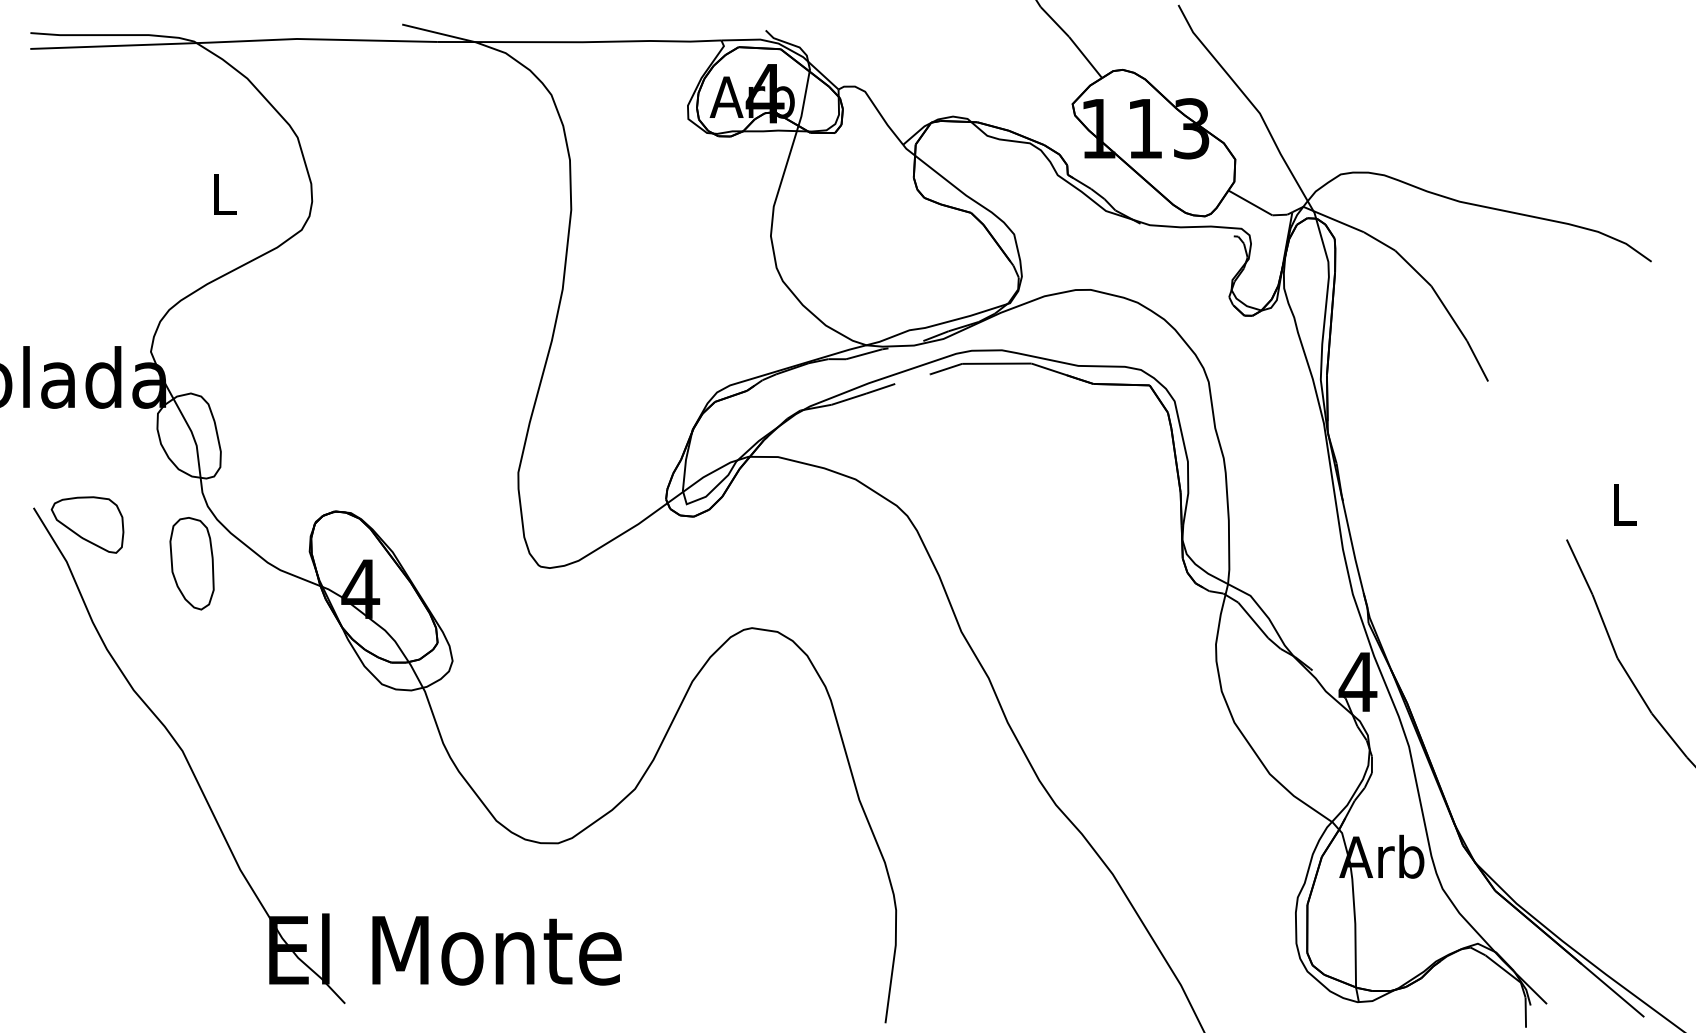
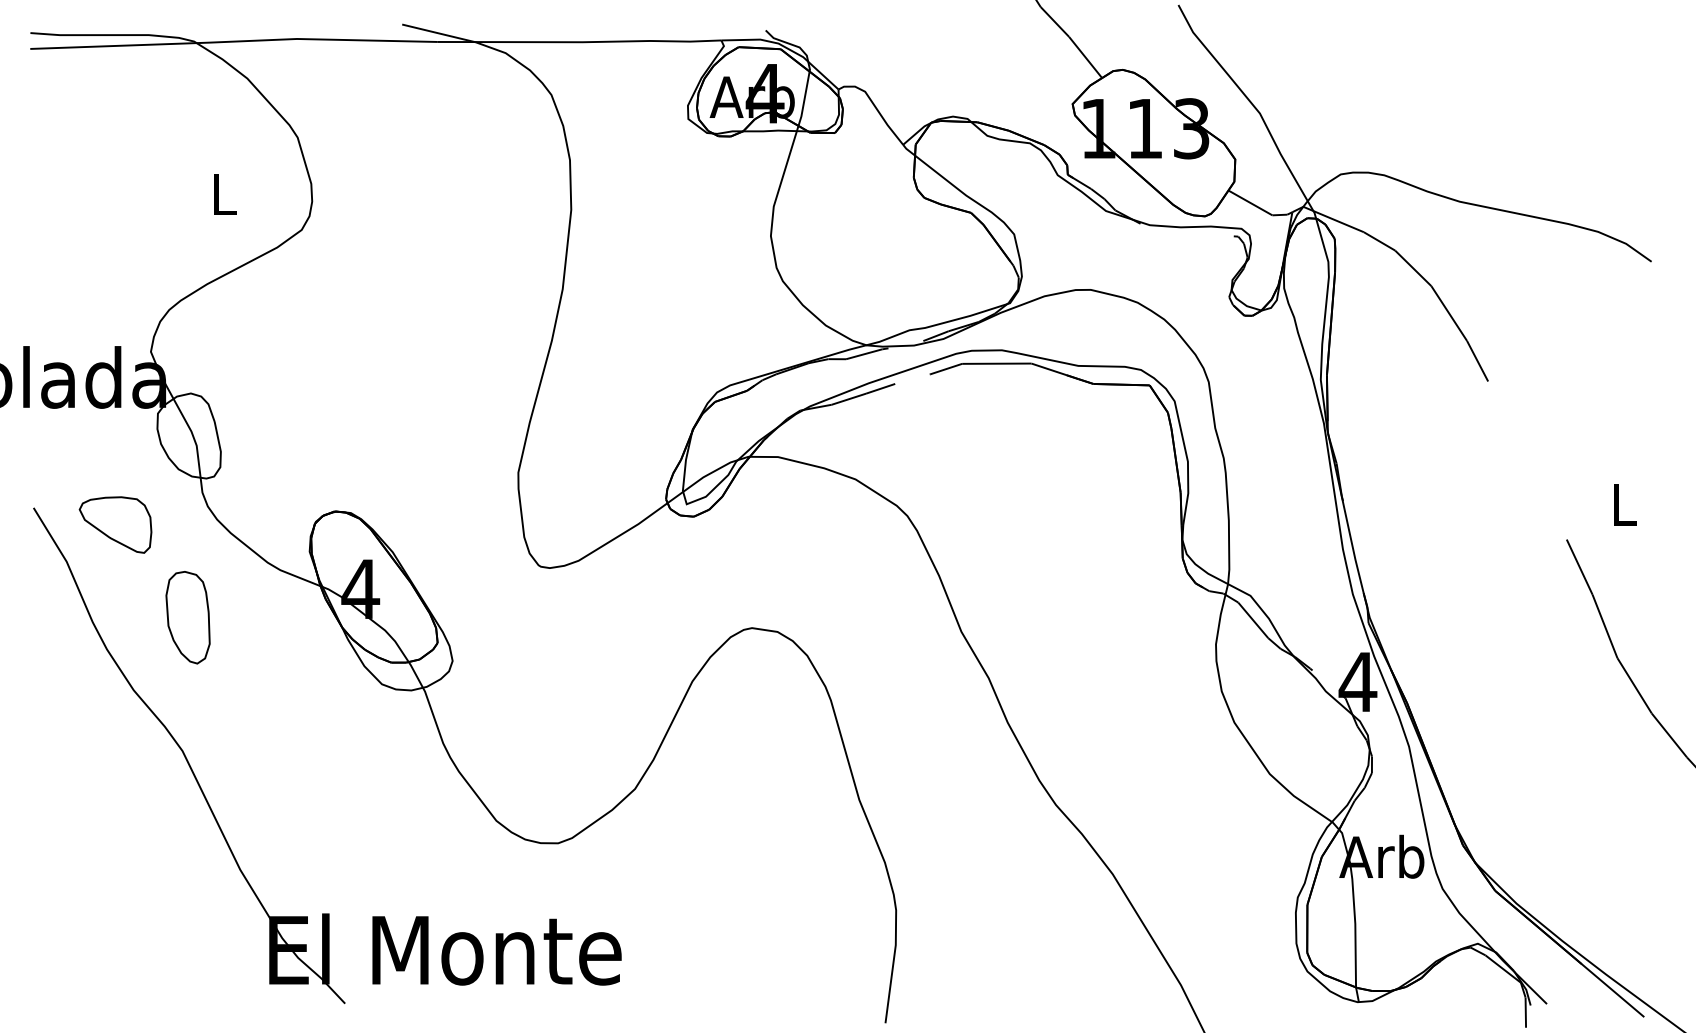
part at (87, 524) position: (87, 524) -> (115, 524)
part at (191, 563) position: (191, 563) -> (187, 617)
